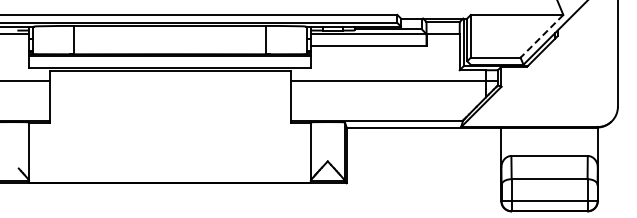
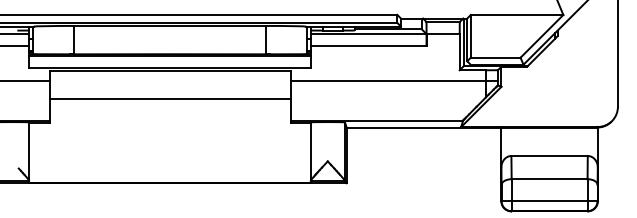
line at (541, 36): dashed -> solid
line at (15, 46): none -> present
line at (169, 98): none -> present
